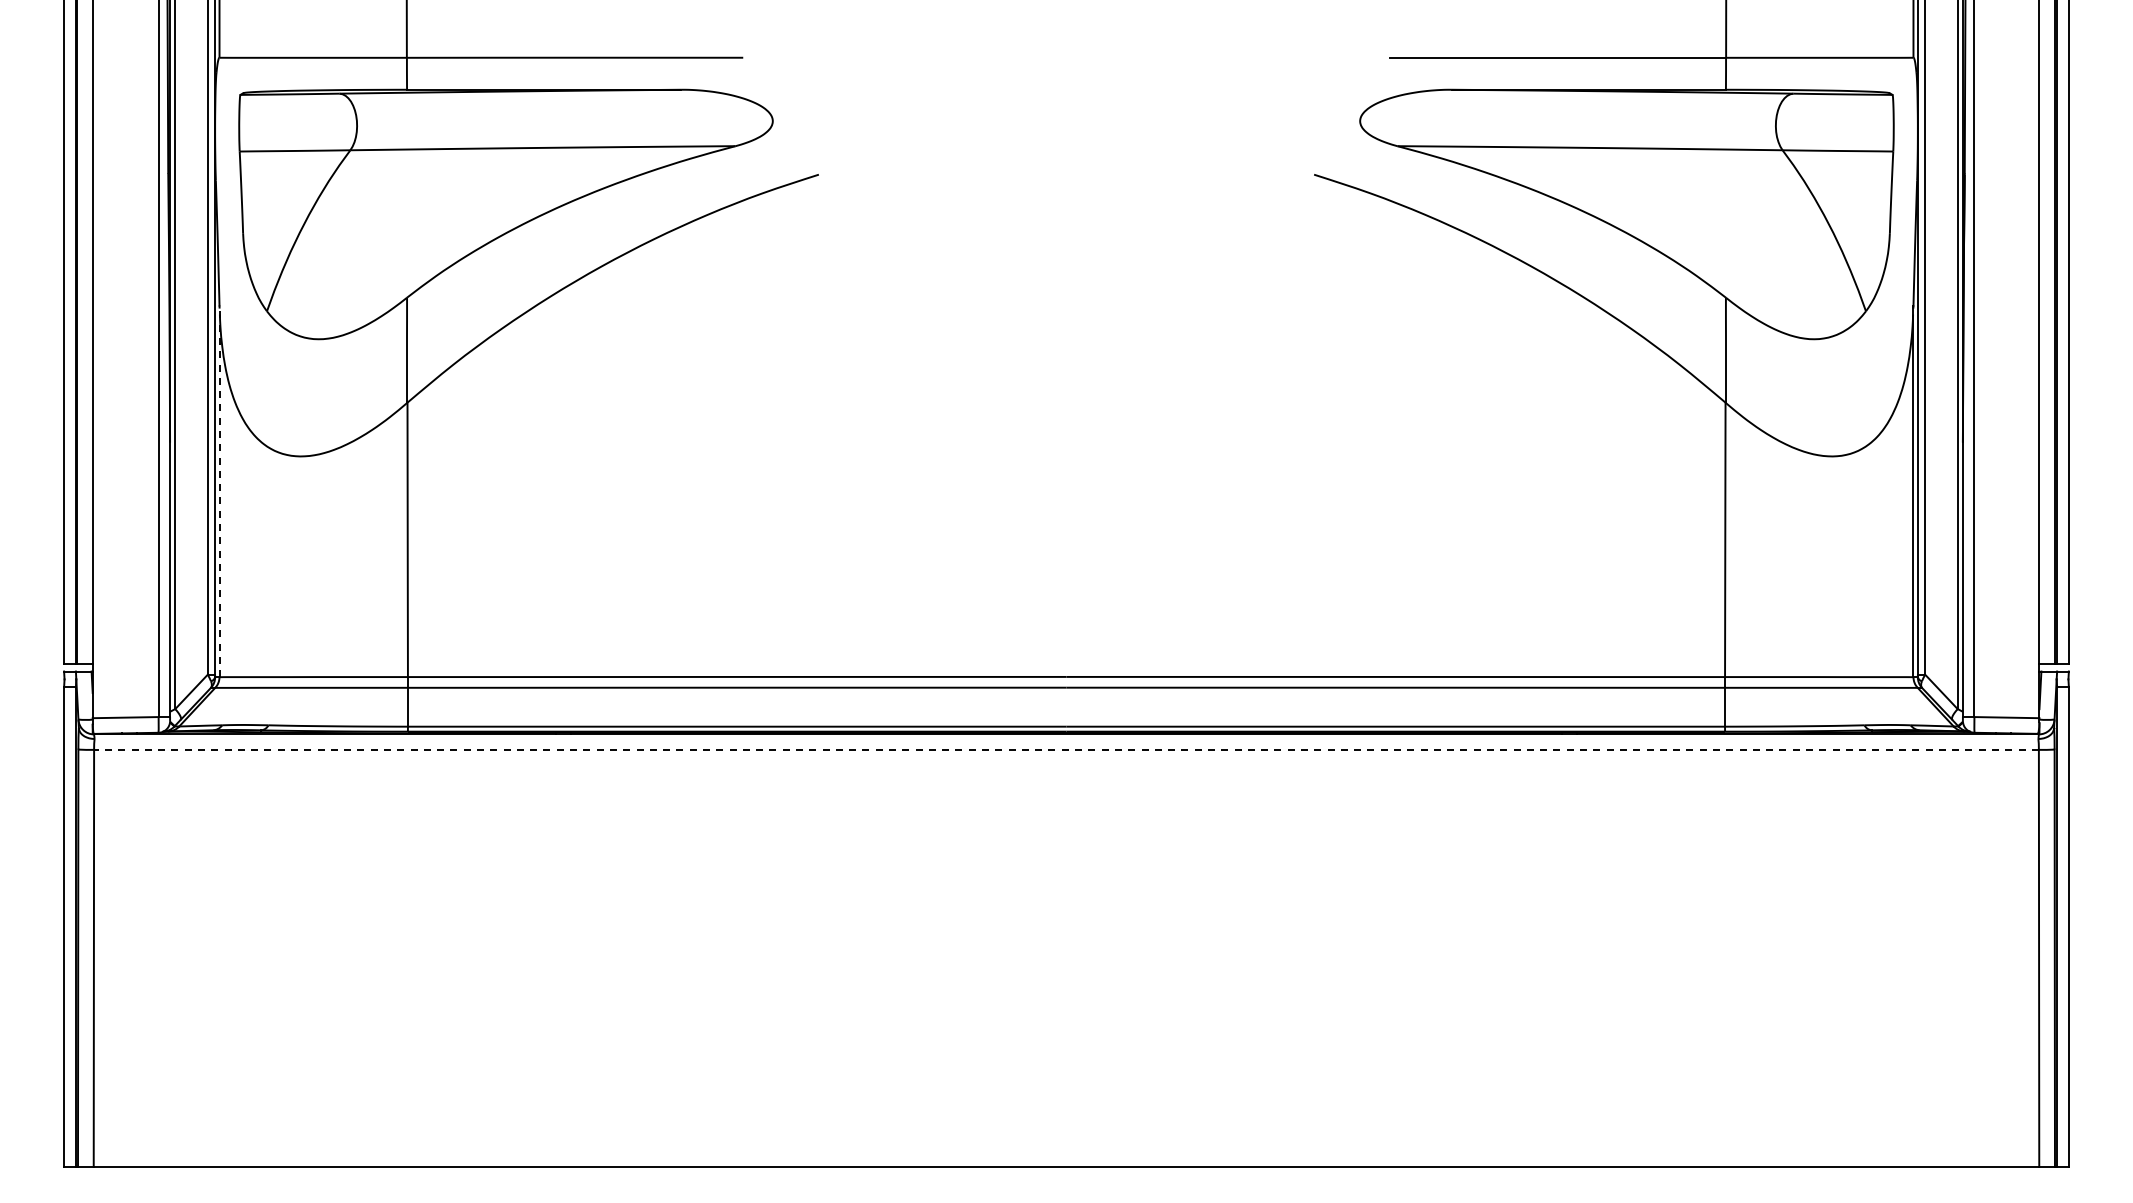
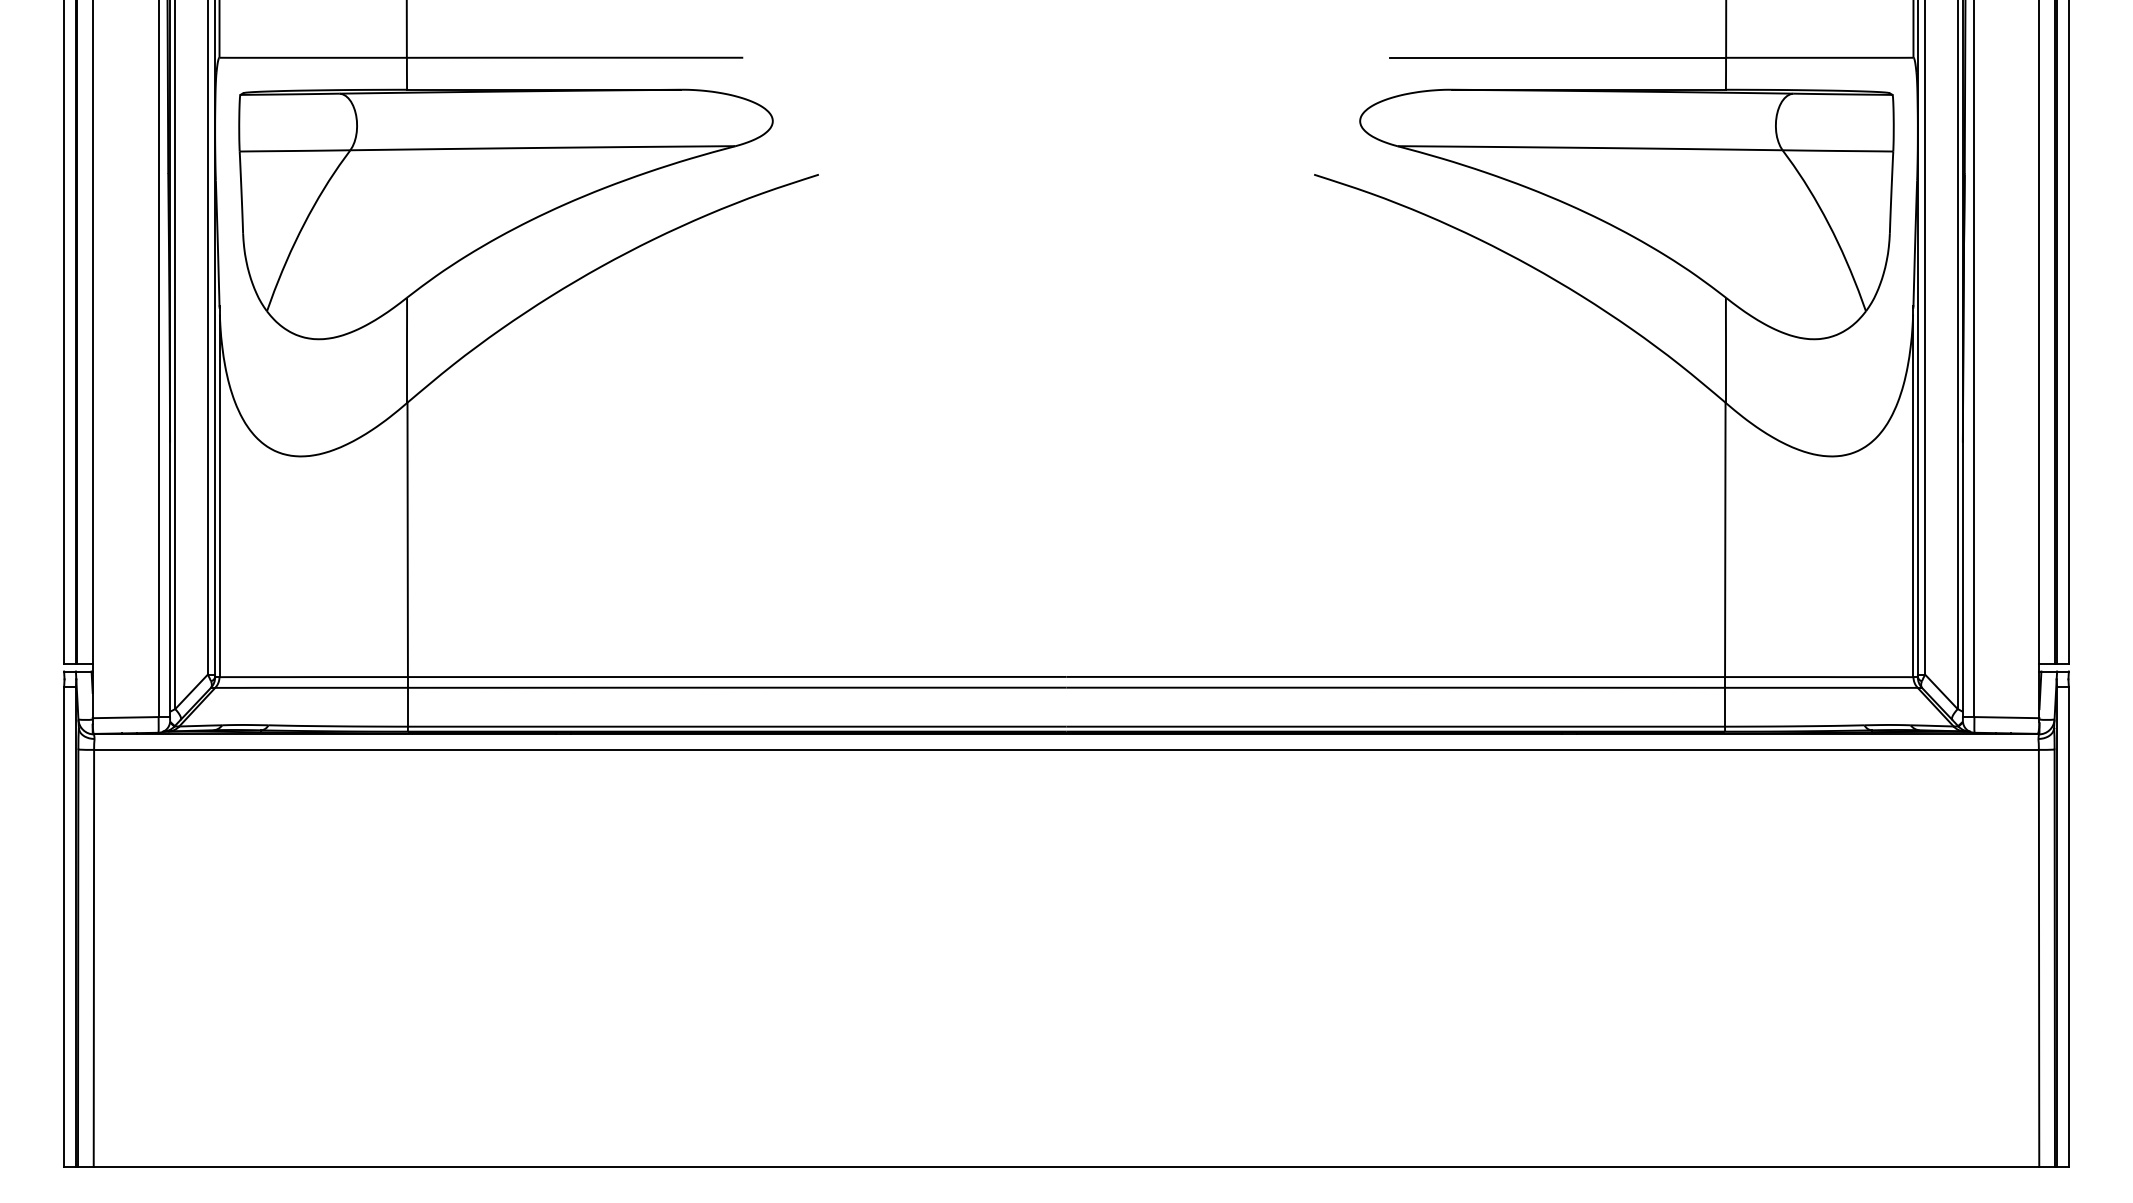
line at (219, 491): dashed -> solid
line at (1065, 749): dashed -> solid
